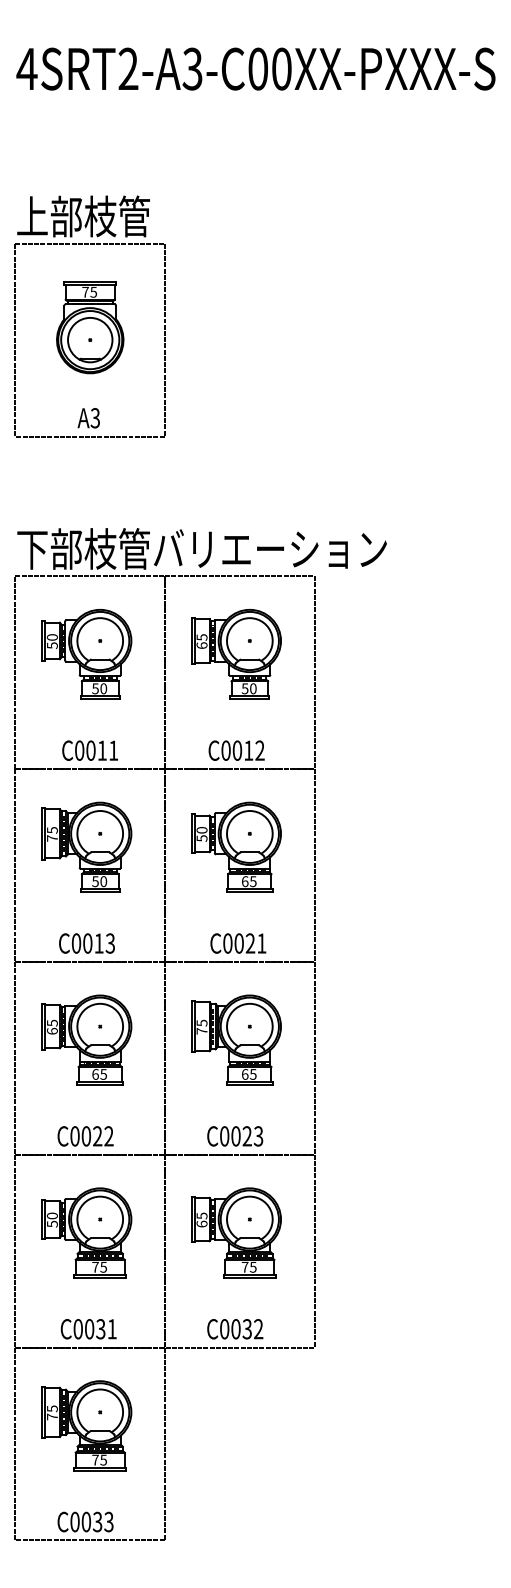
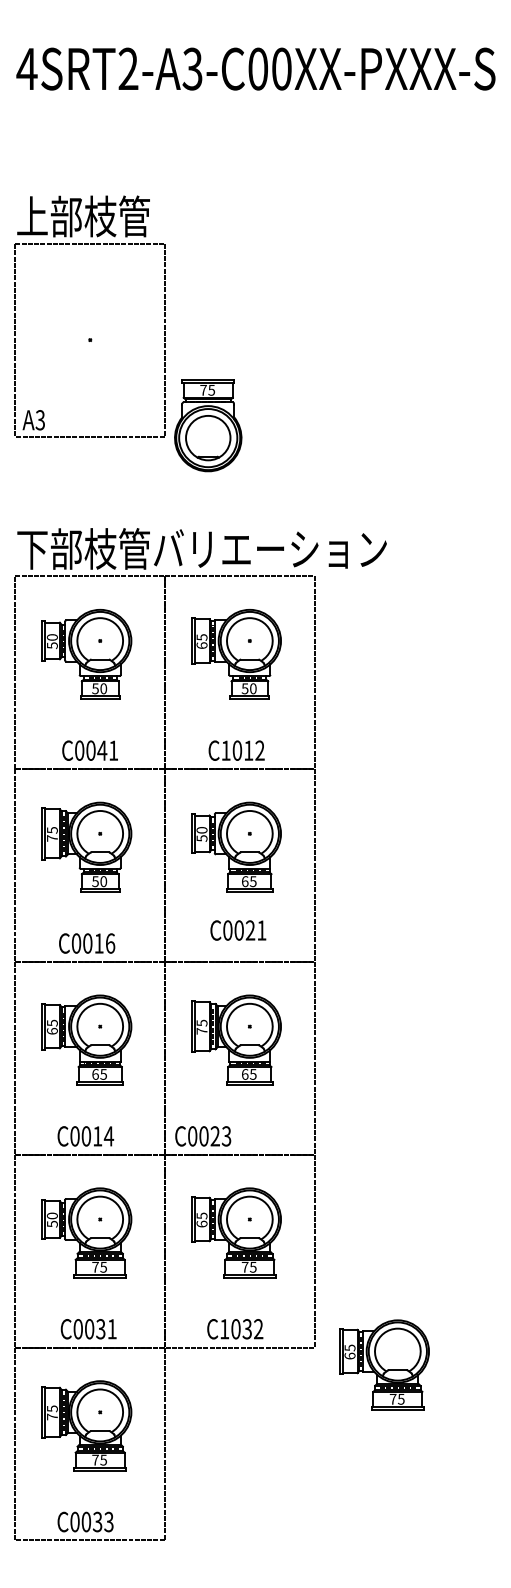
part at (90, 327) position: (90, 327) -> (208, 425)
text at (88, 418) position: (88, 418) -> (33, 420)
text at (102, 750): C0011 -> C0041
text at (225, 750): C0012 -> C1012
text at (110, 943): C0013 -> C0016
text at (238, 943) position: (238, 943) -> (238, 930)
text at (103, 1136): C0022 -> C0014
text at (235, 1136) position: (235, 1136) -> (203, 1136)
text at (224, 1329): C0032 -> C1032
part at (384, 1364): none -> present
